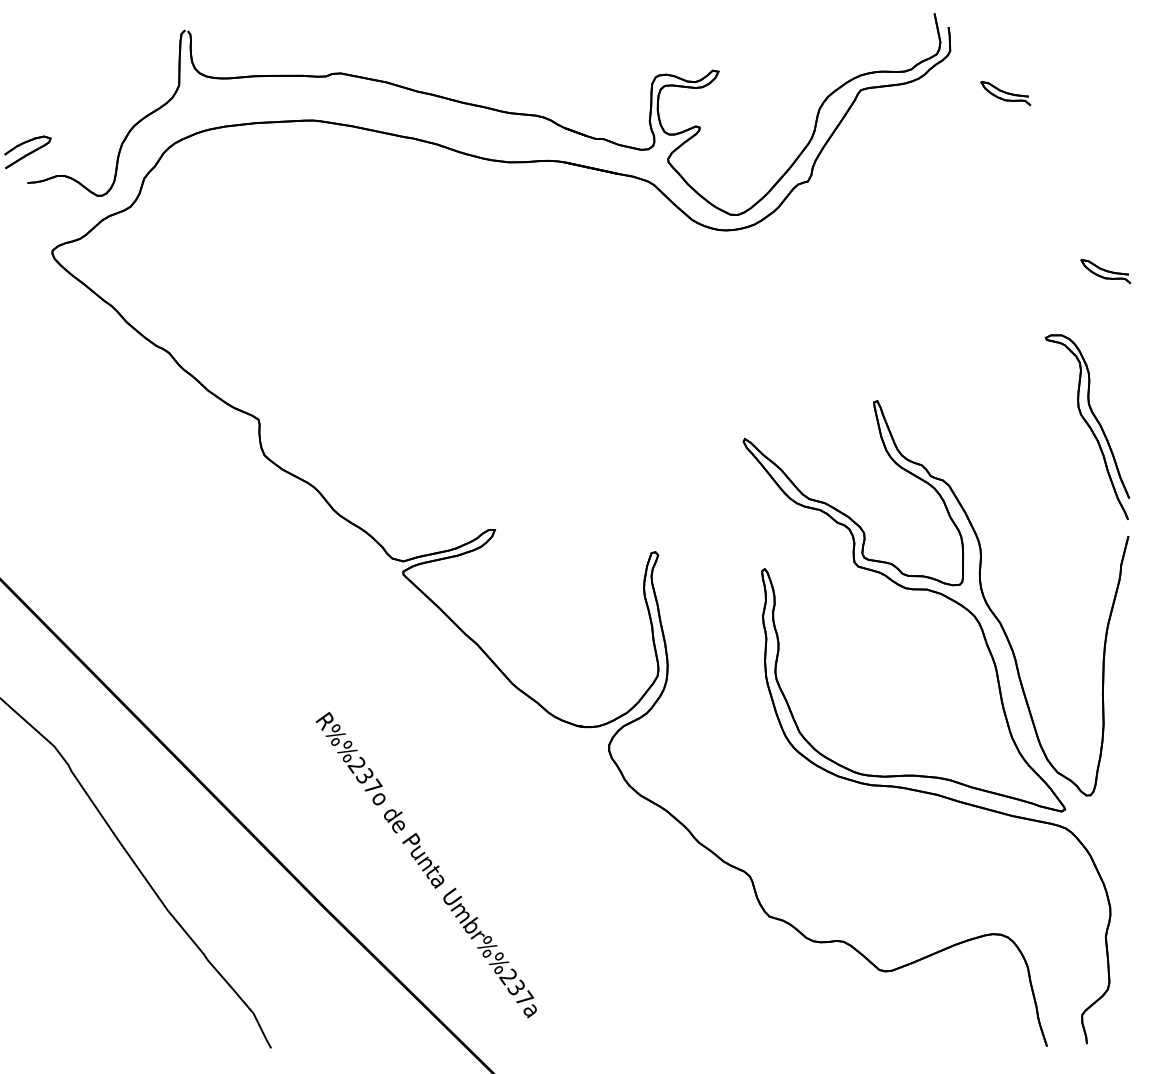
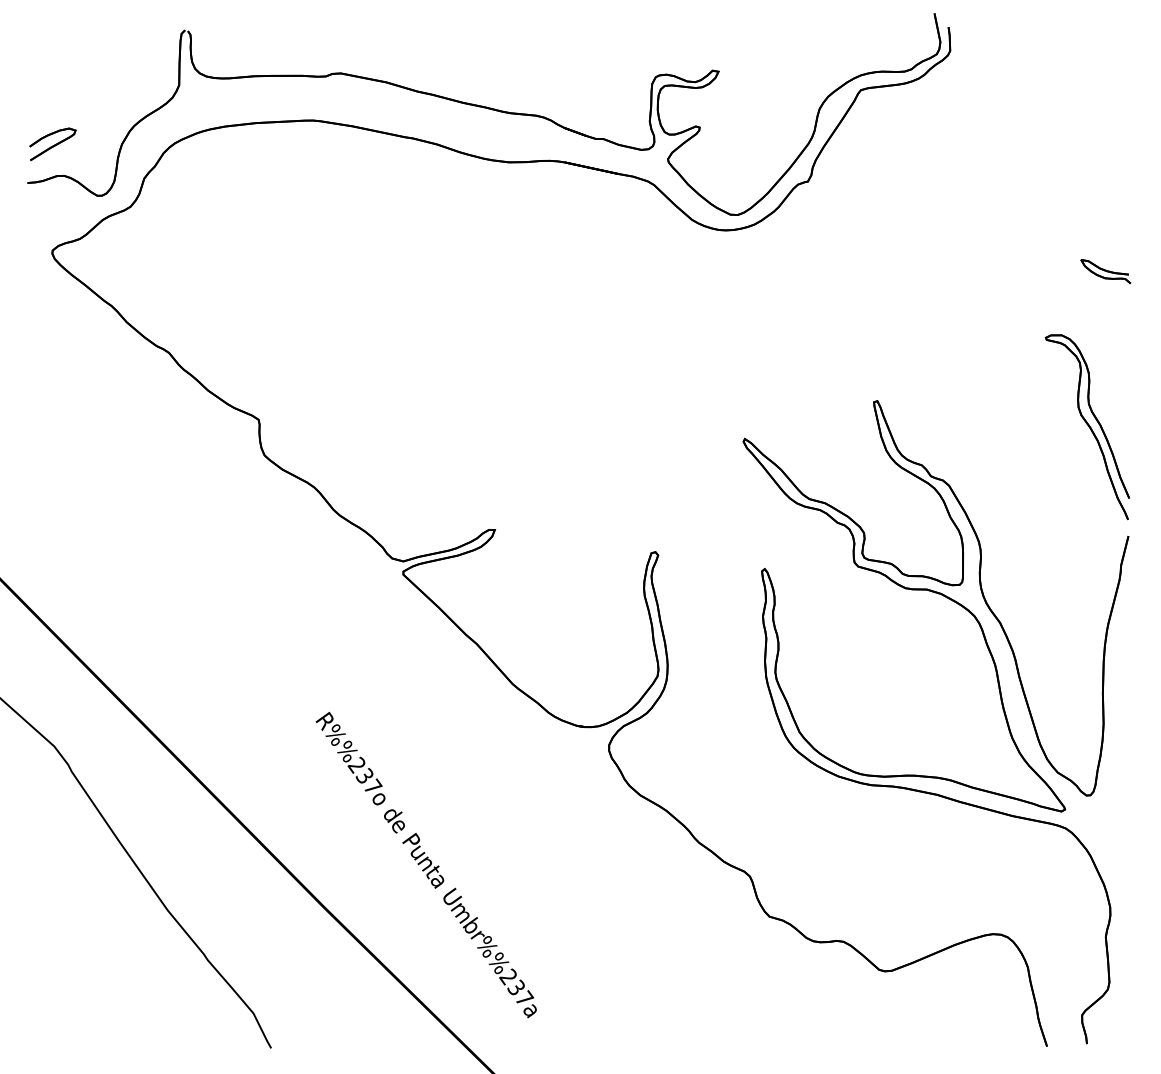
part at (1005, 93): present -> none
part at (27, 151) position: (27, 151) -> (52, 143)
